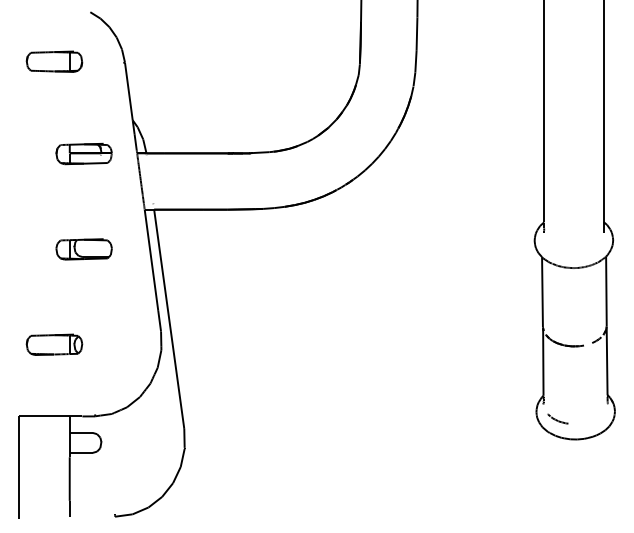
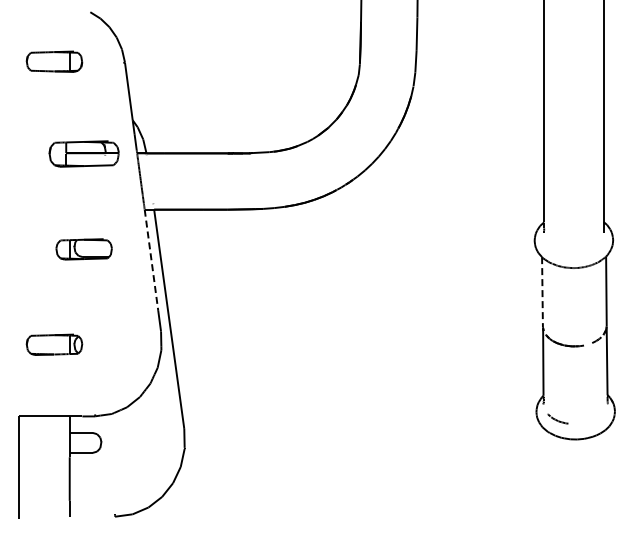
part at (83, 153) size: 58x24 px -> 72x28 px
line at (151, 260): solid -> dashed
line at (542, 292): solid -> dashed
